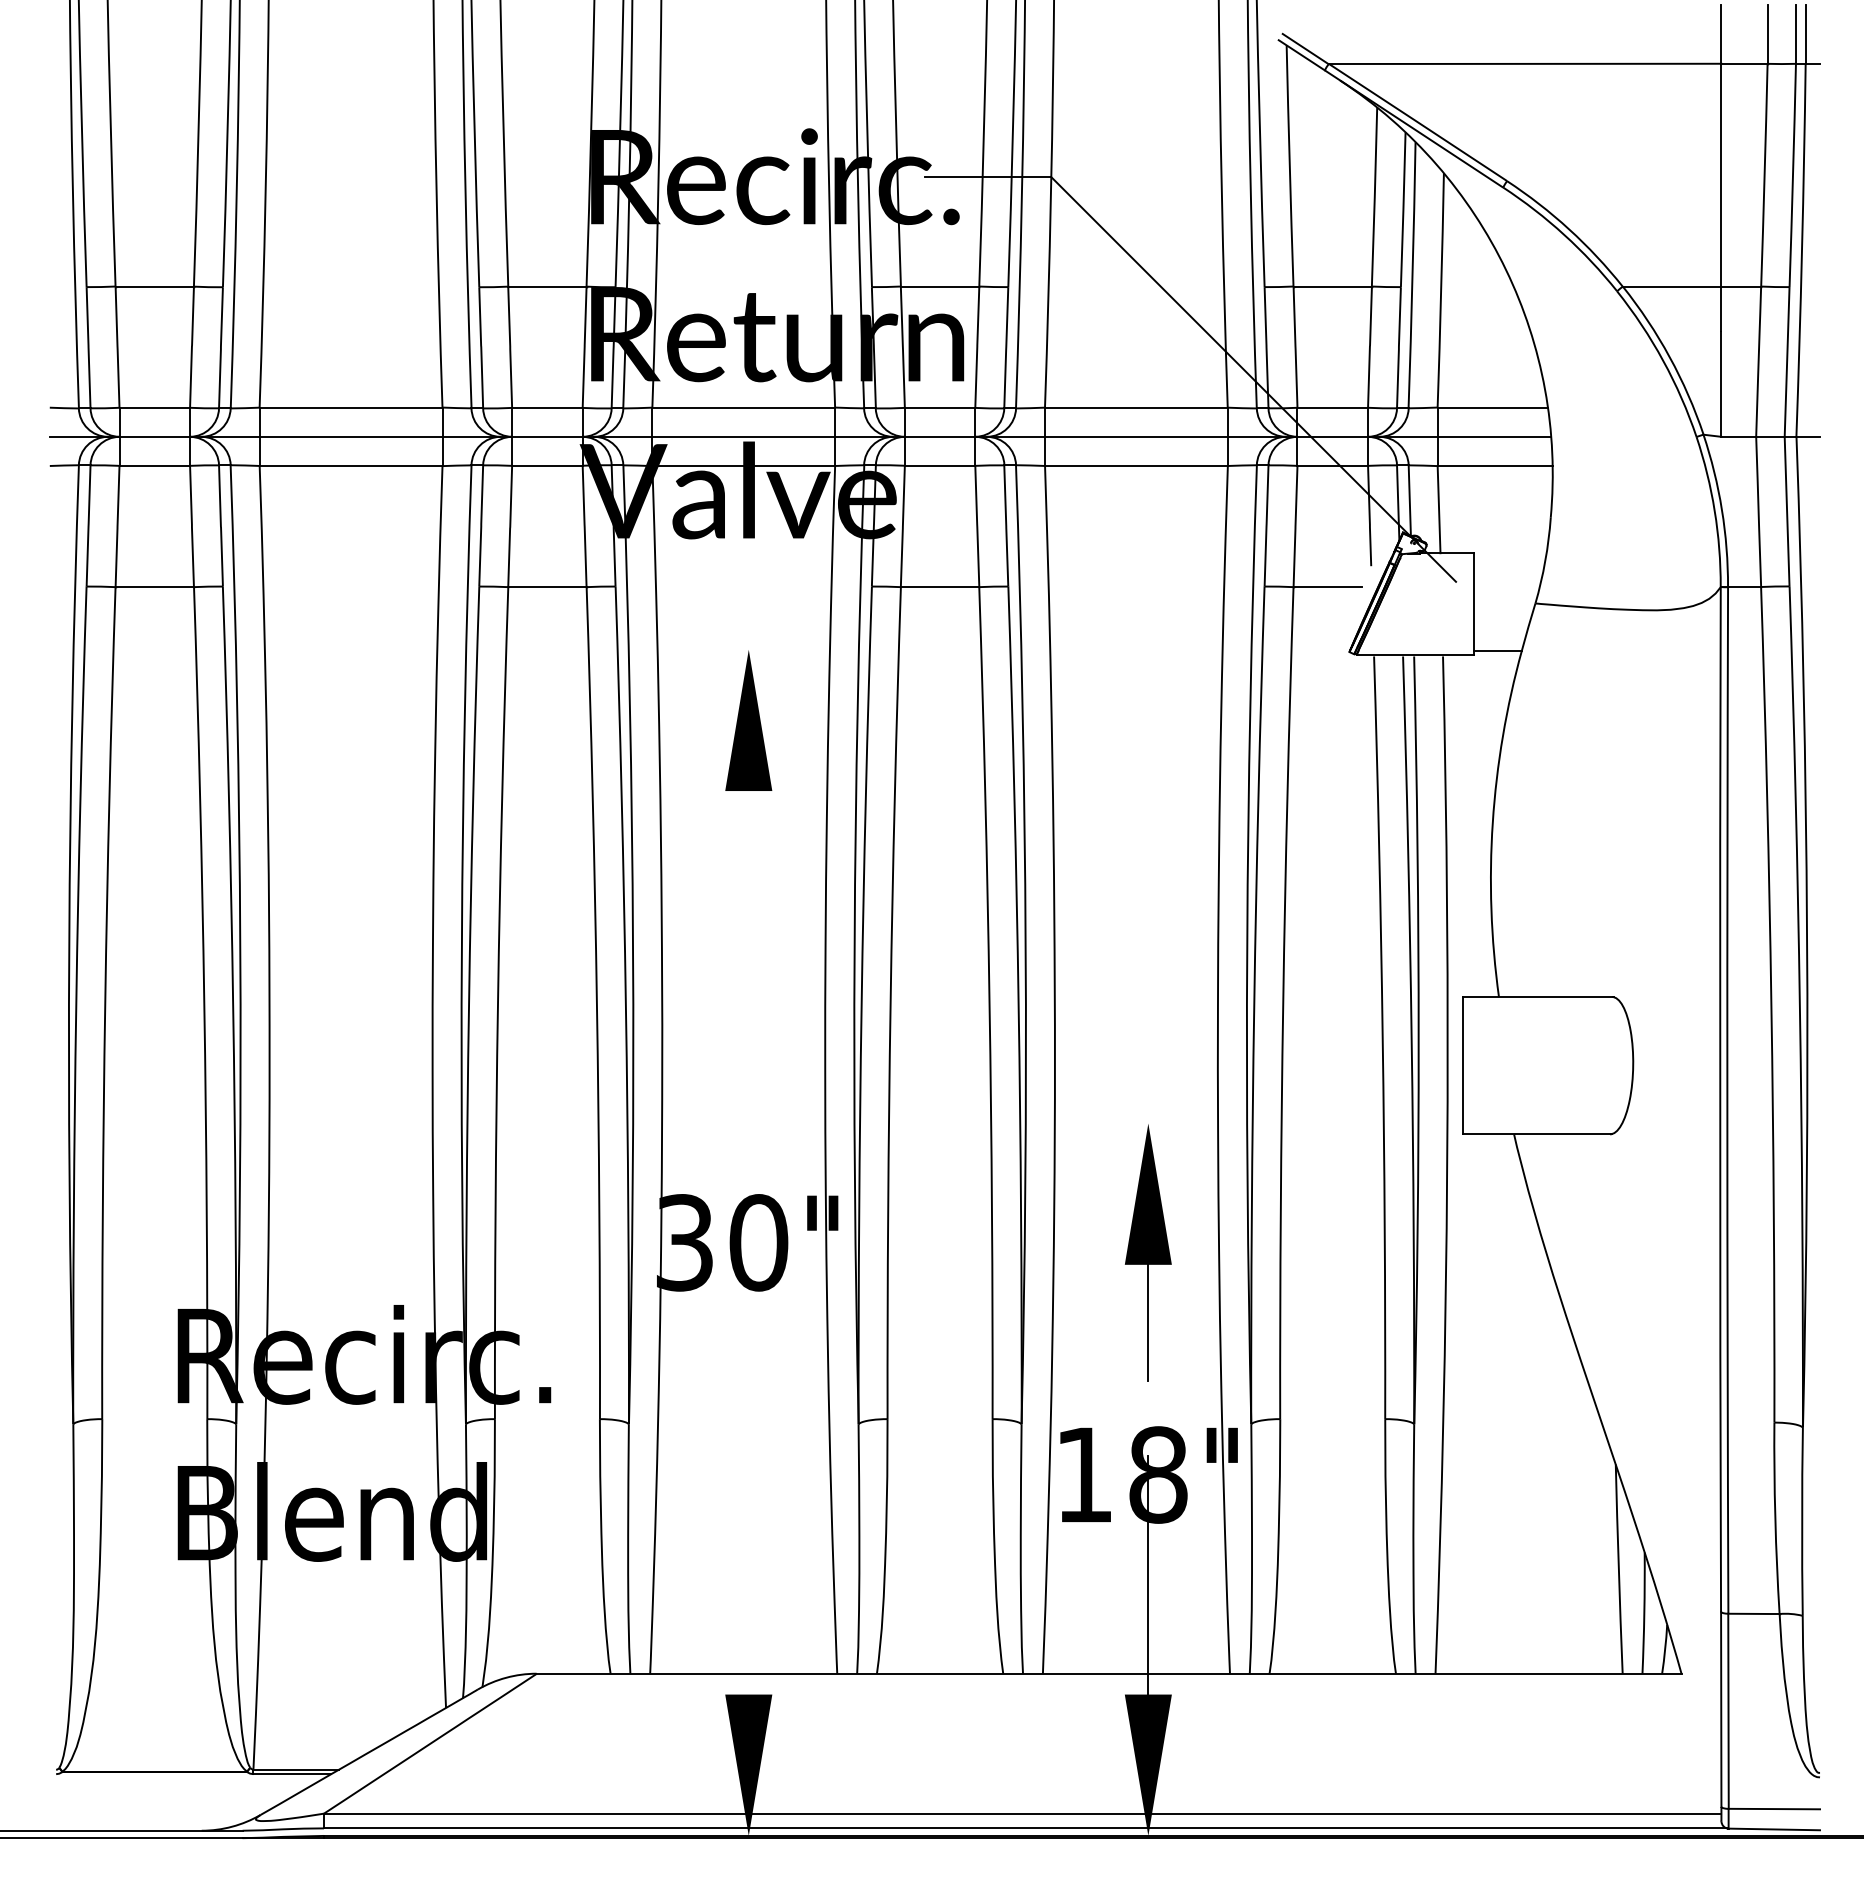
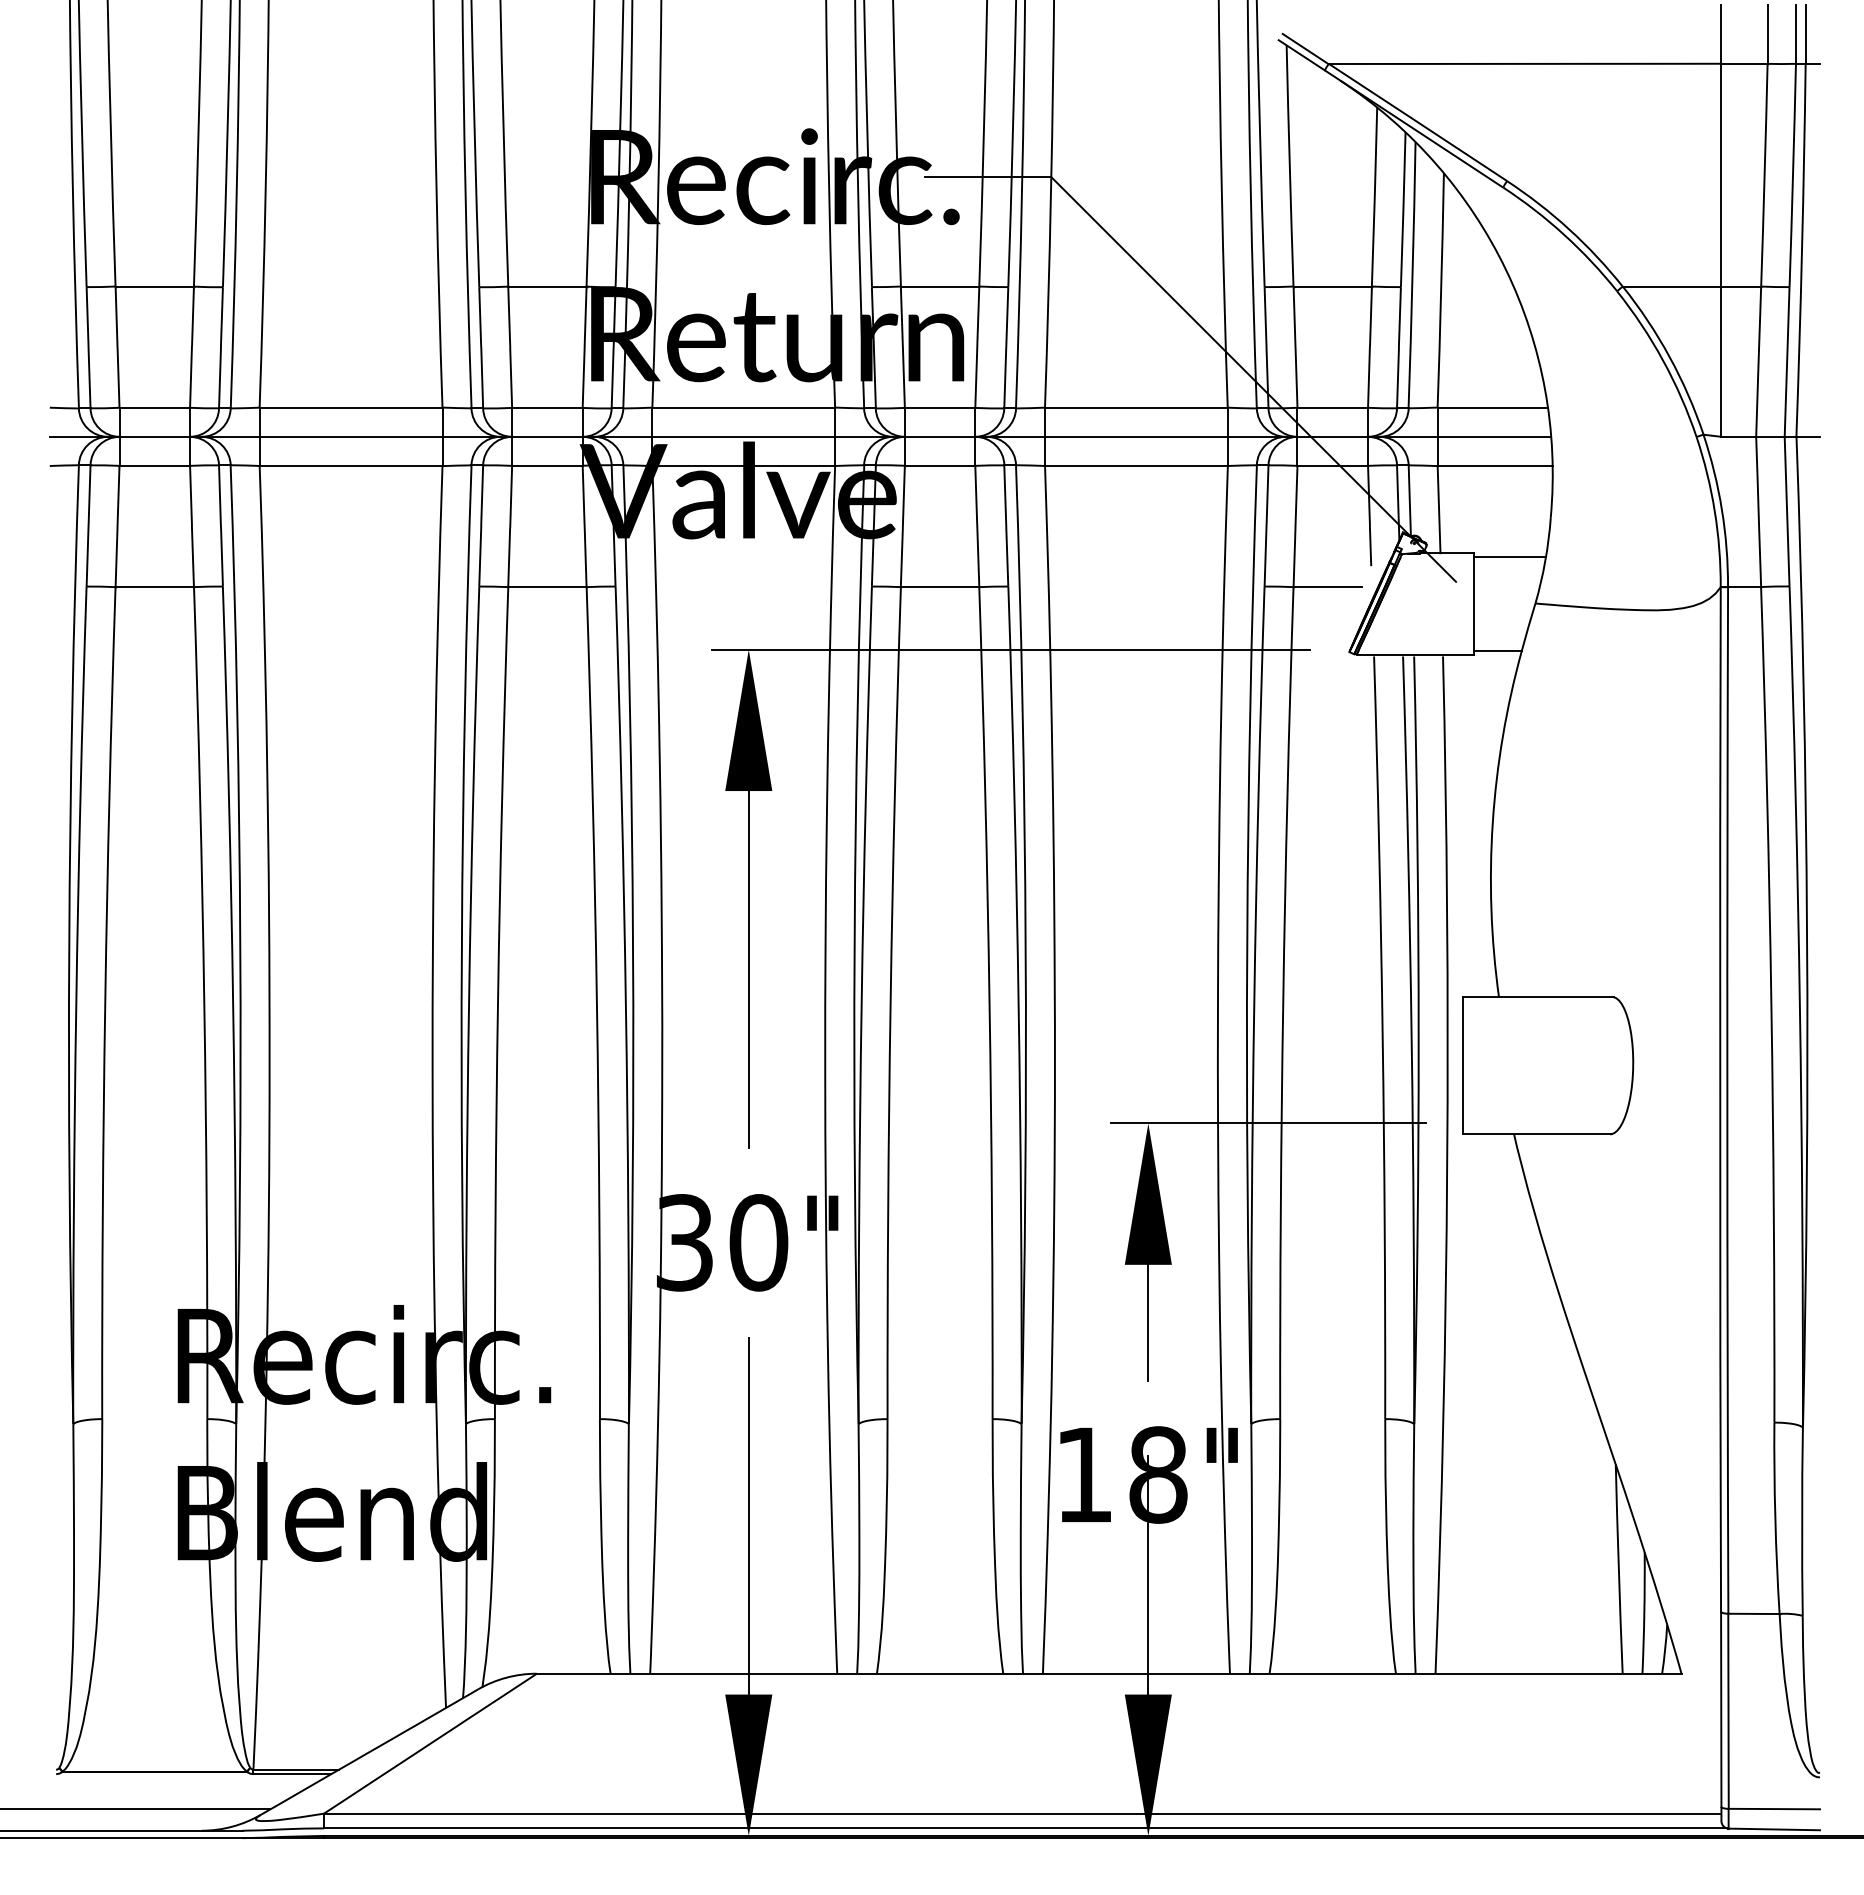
line at (1510, 557): none -> present
line at (1010, 649): none -> present
line at (748, 969): none -> present
line at (1268, 1123): none -> present
line at (748, 1515): none -> present
line at (136, 1809): none -> present
